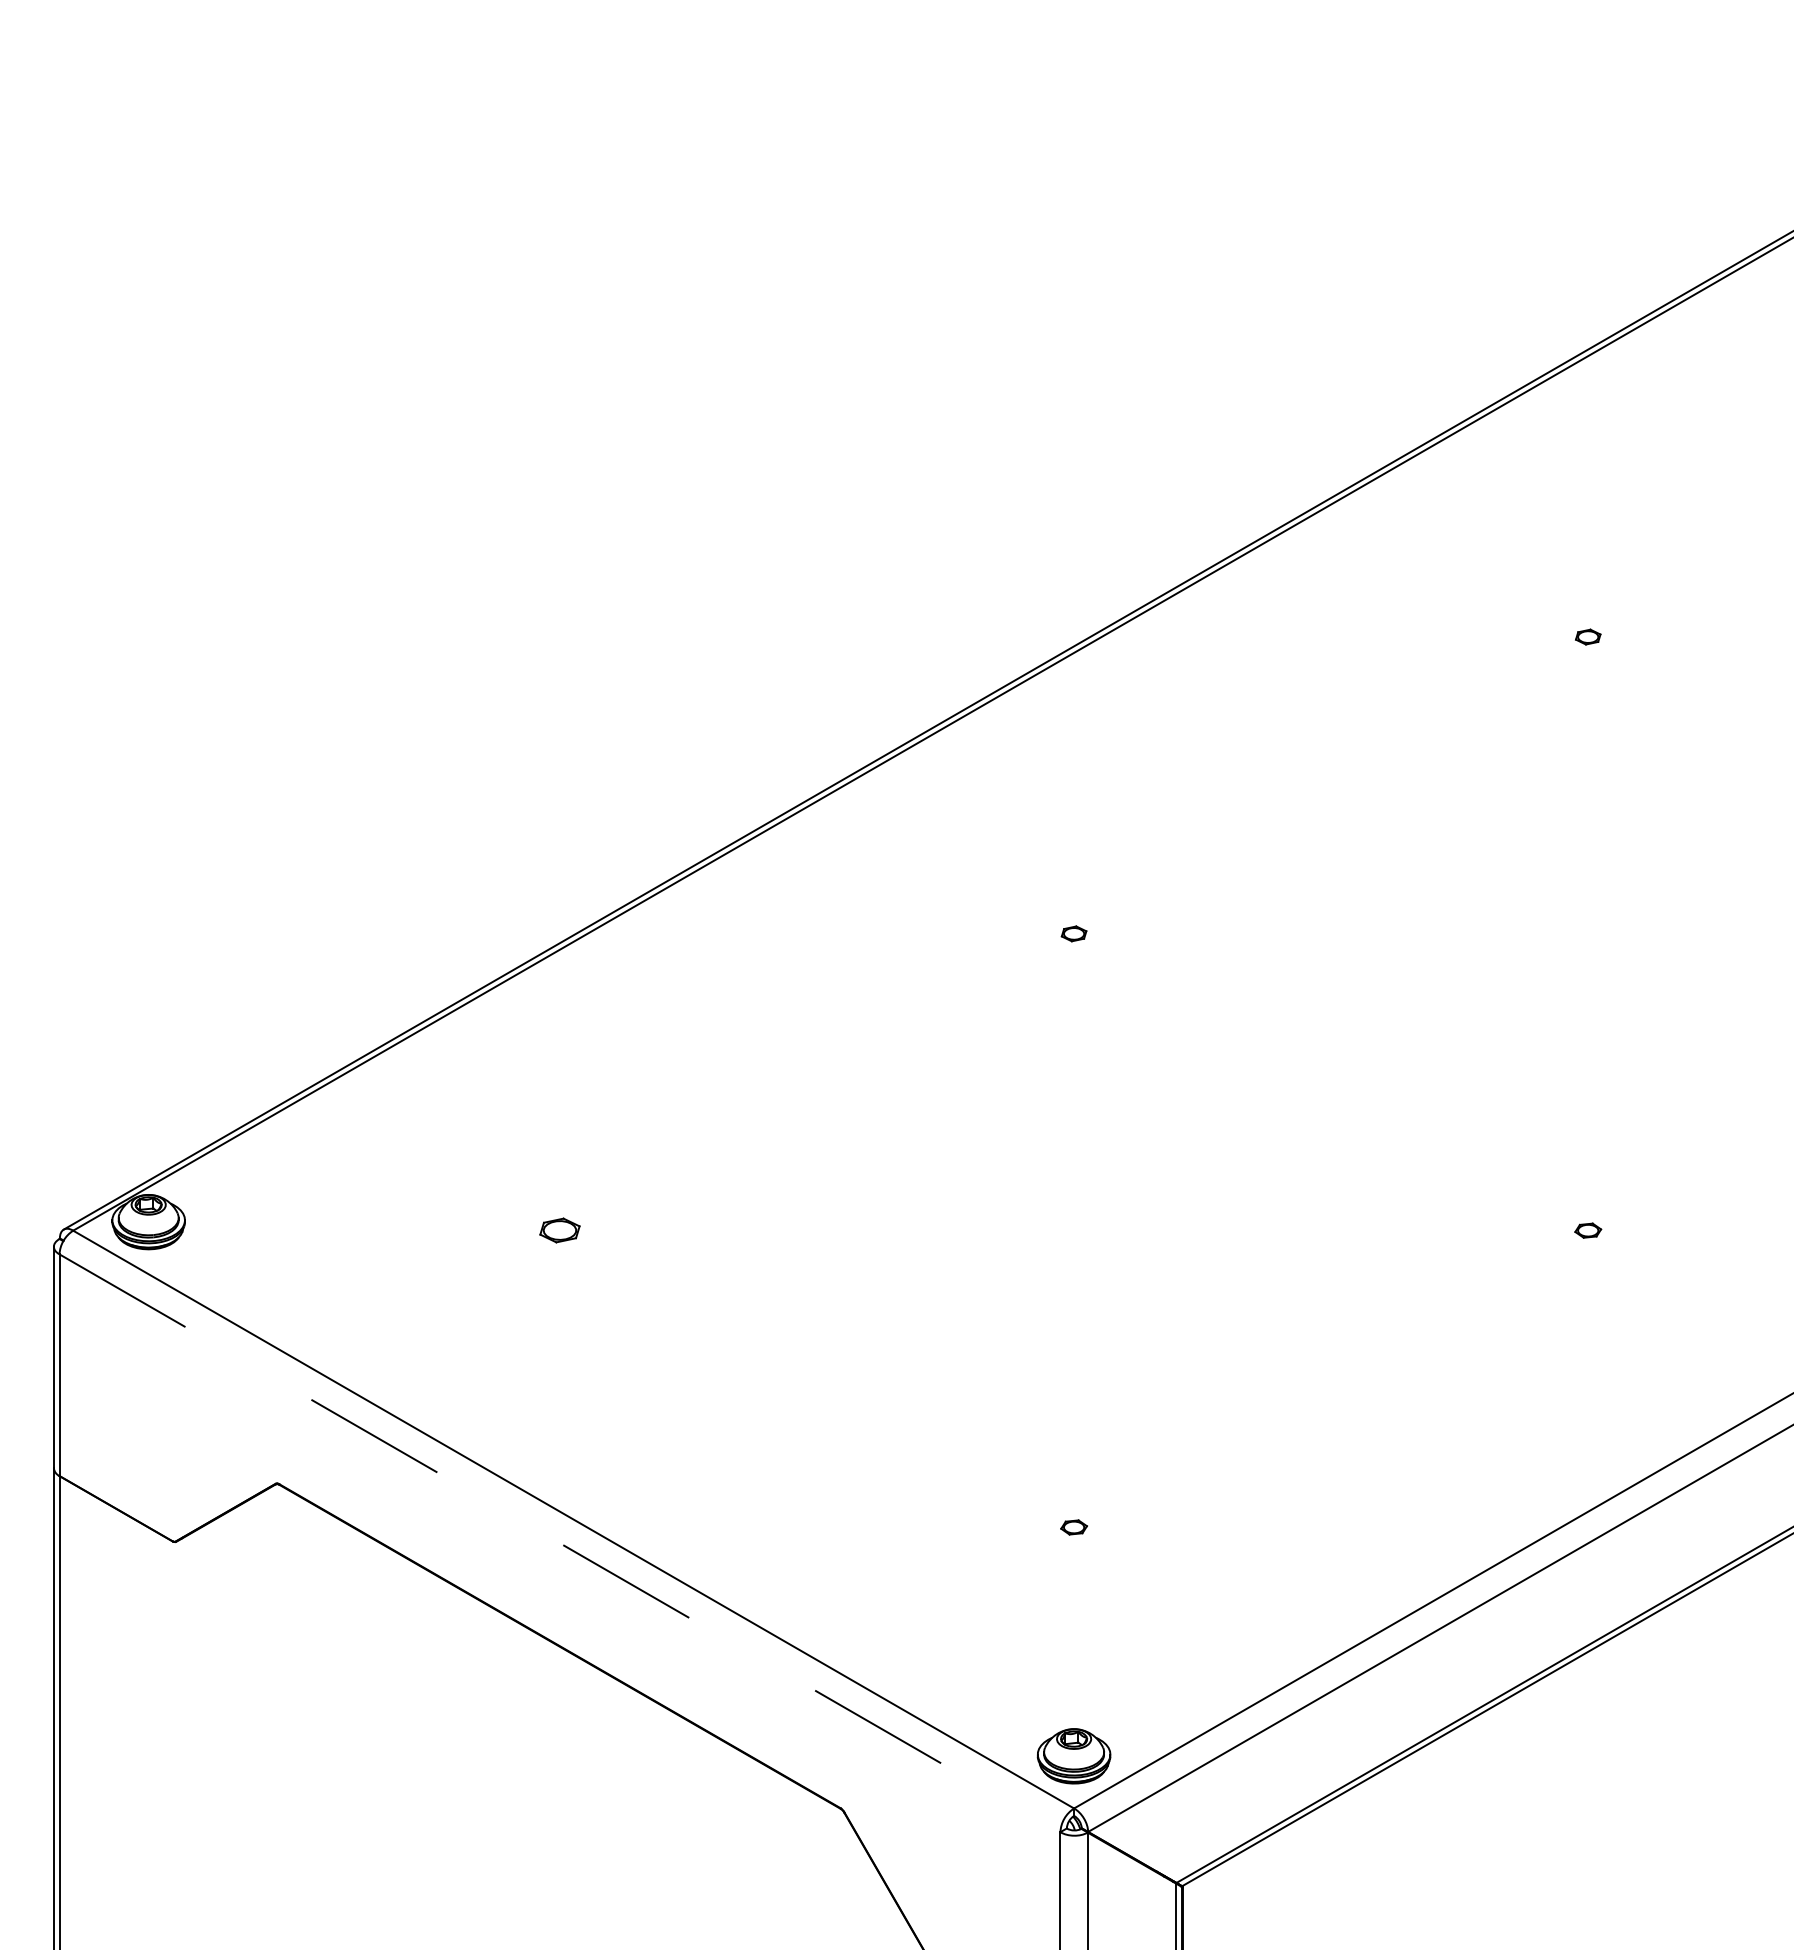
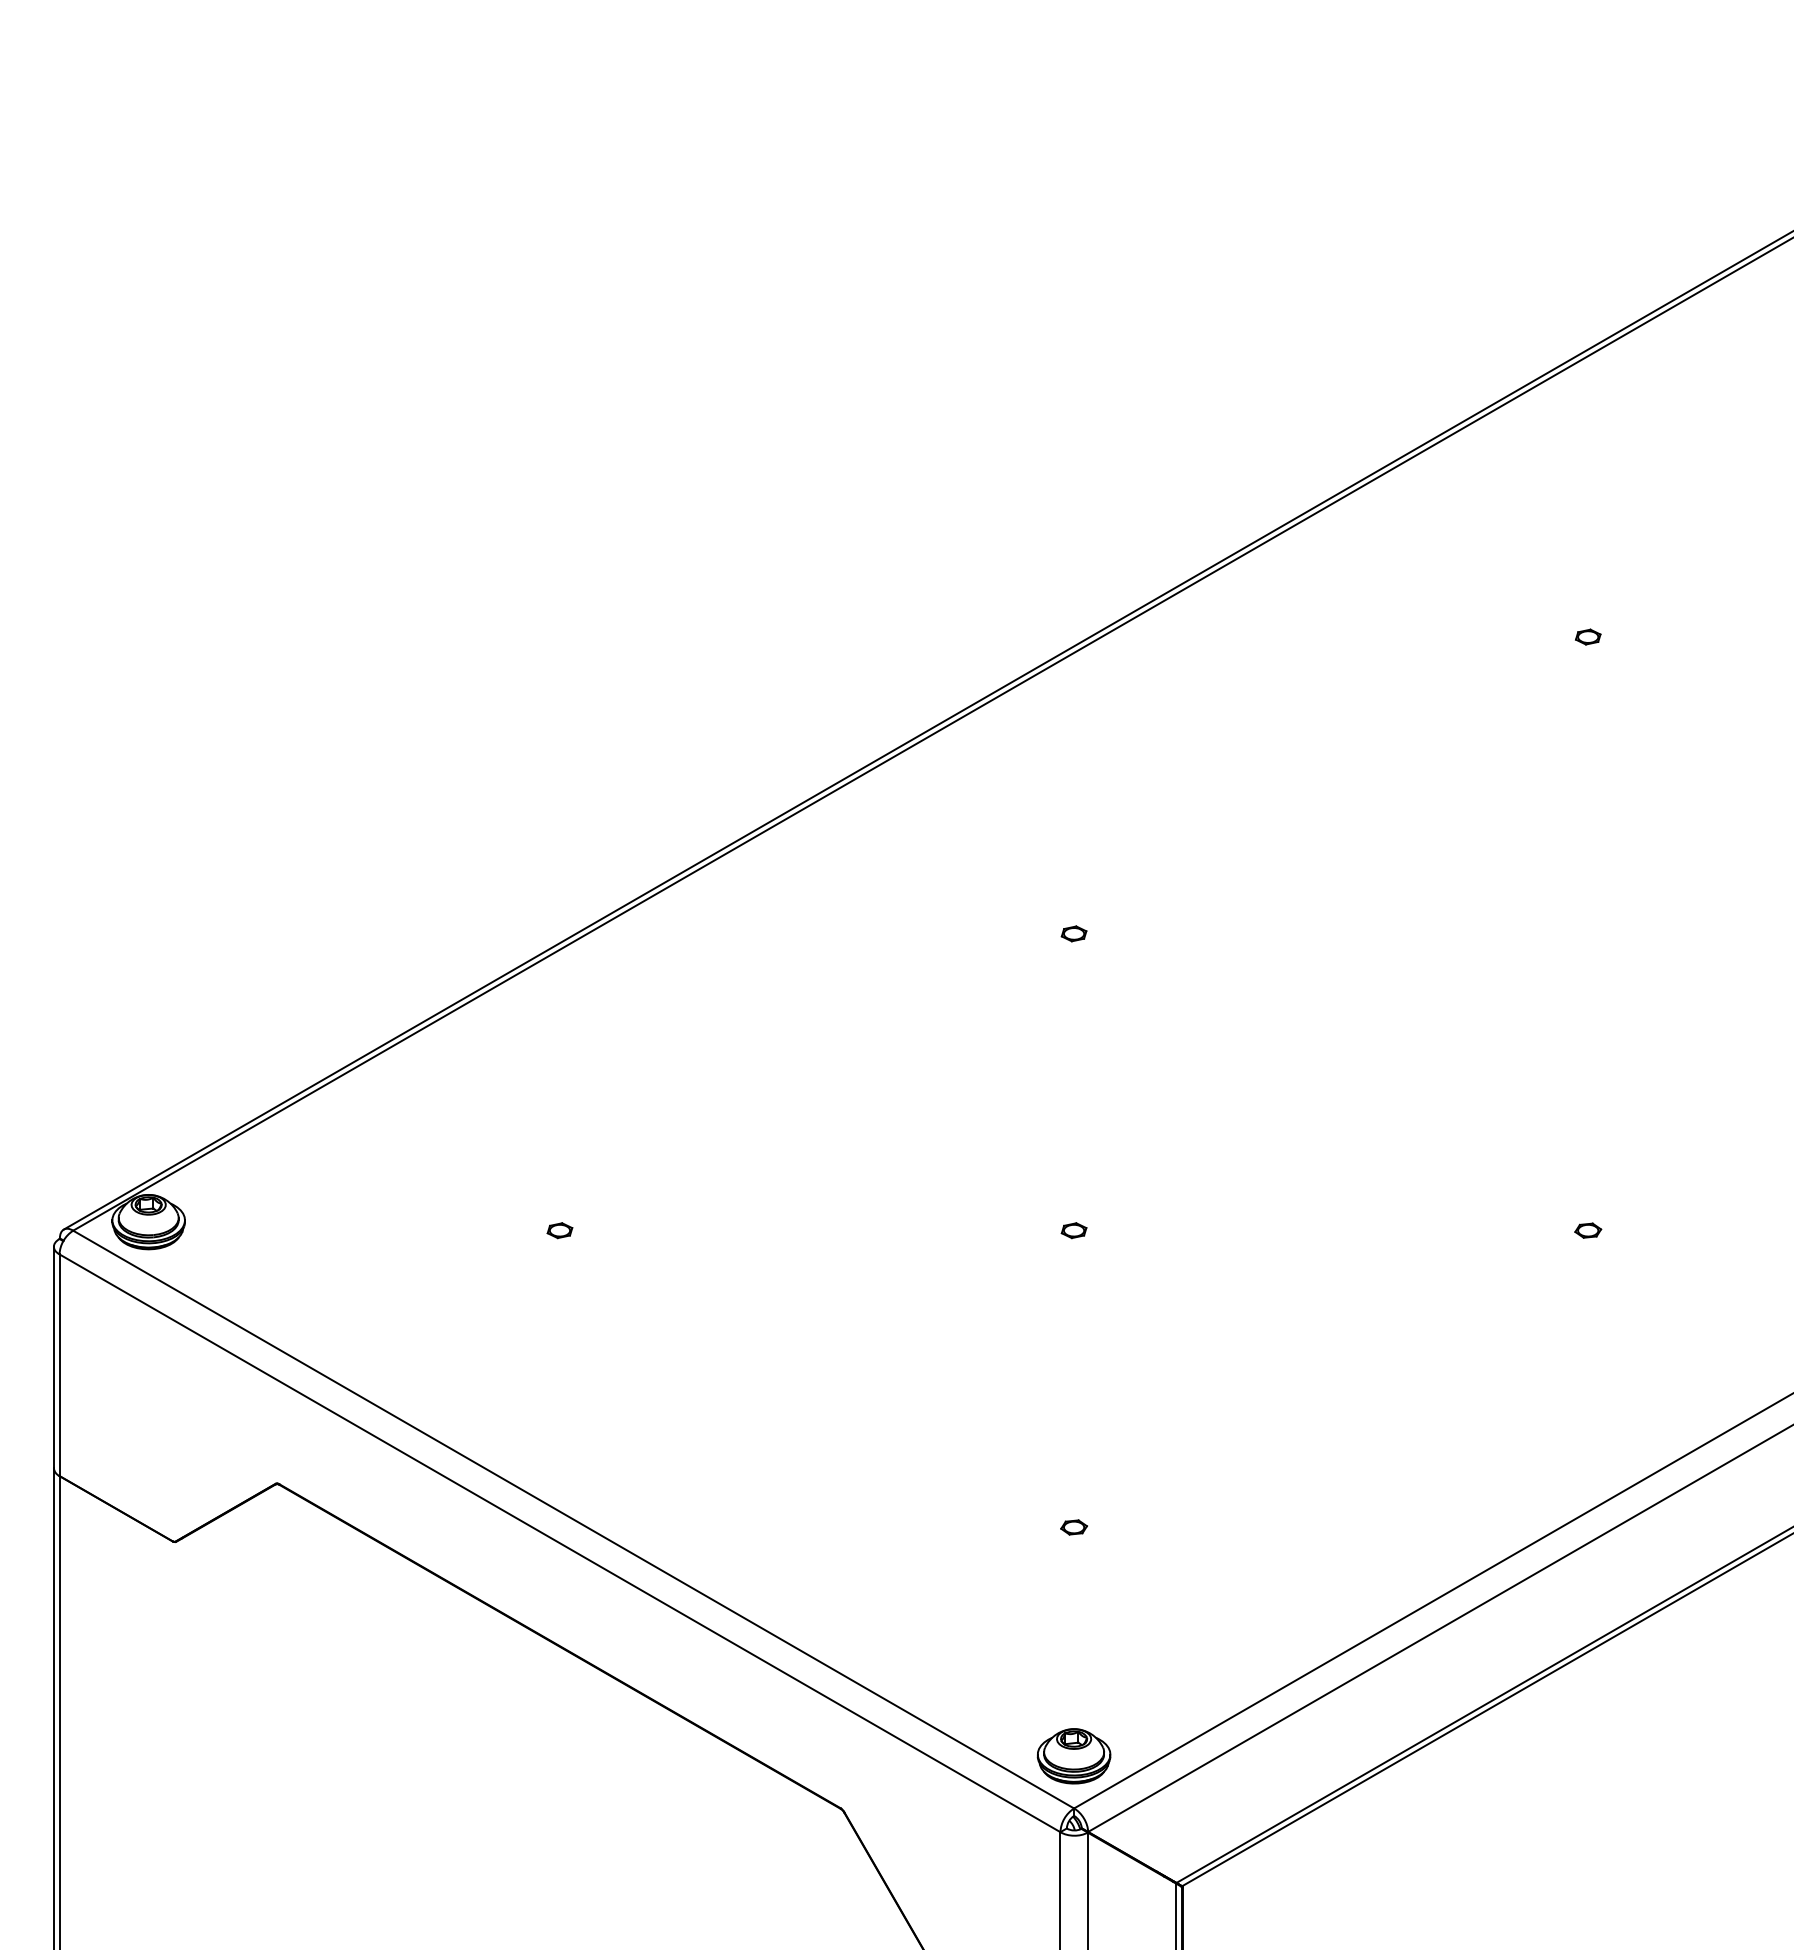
part at (559, 1230) size: 42x27 px -> 28x18 px
part at (1073, 1230): none -> present
line at (559, 1543): dashed -> solid
